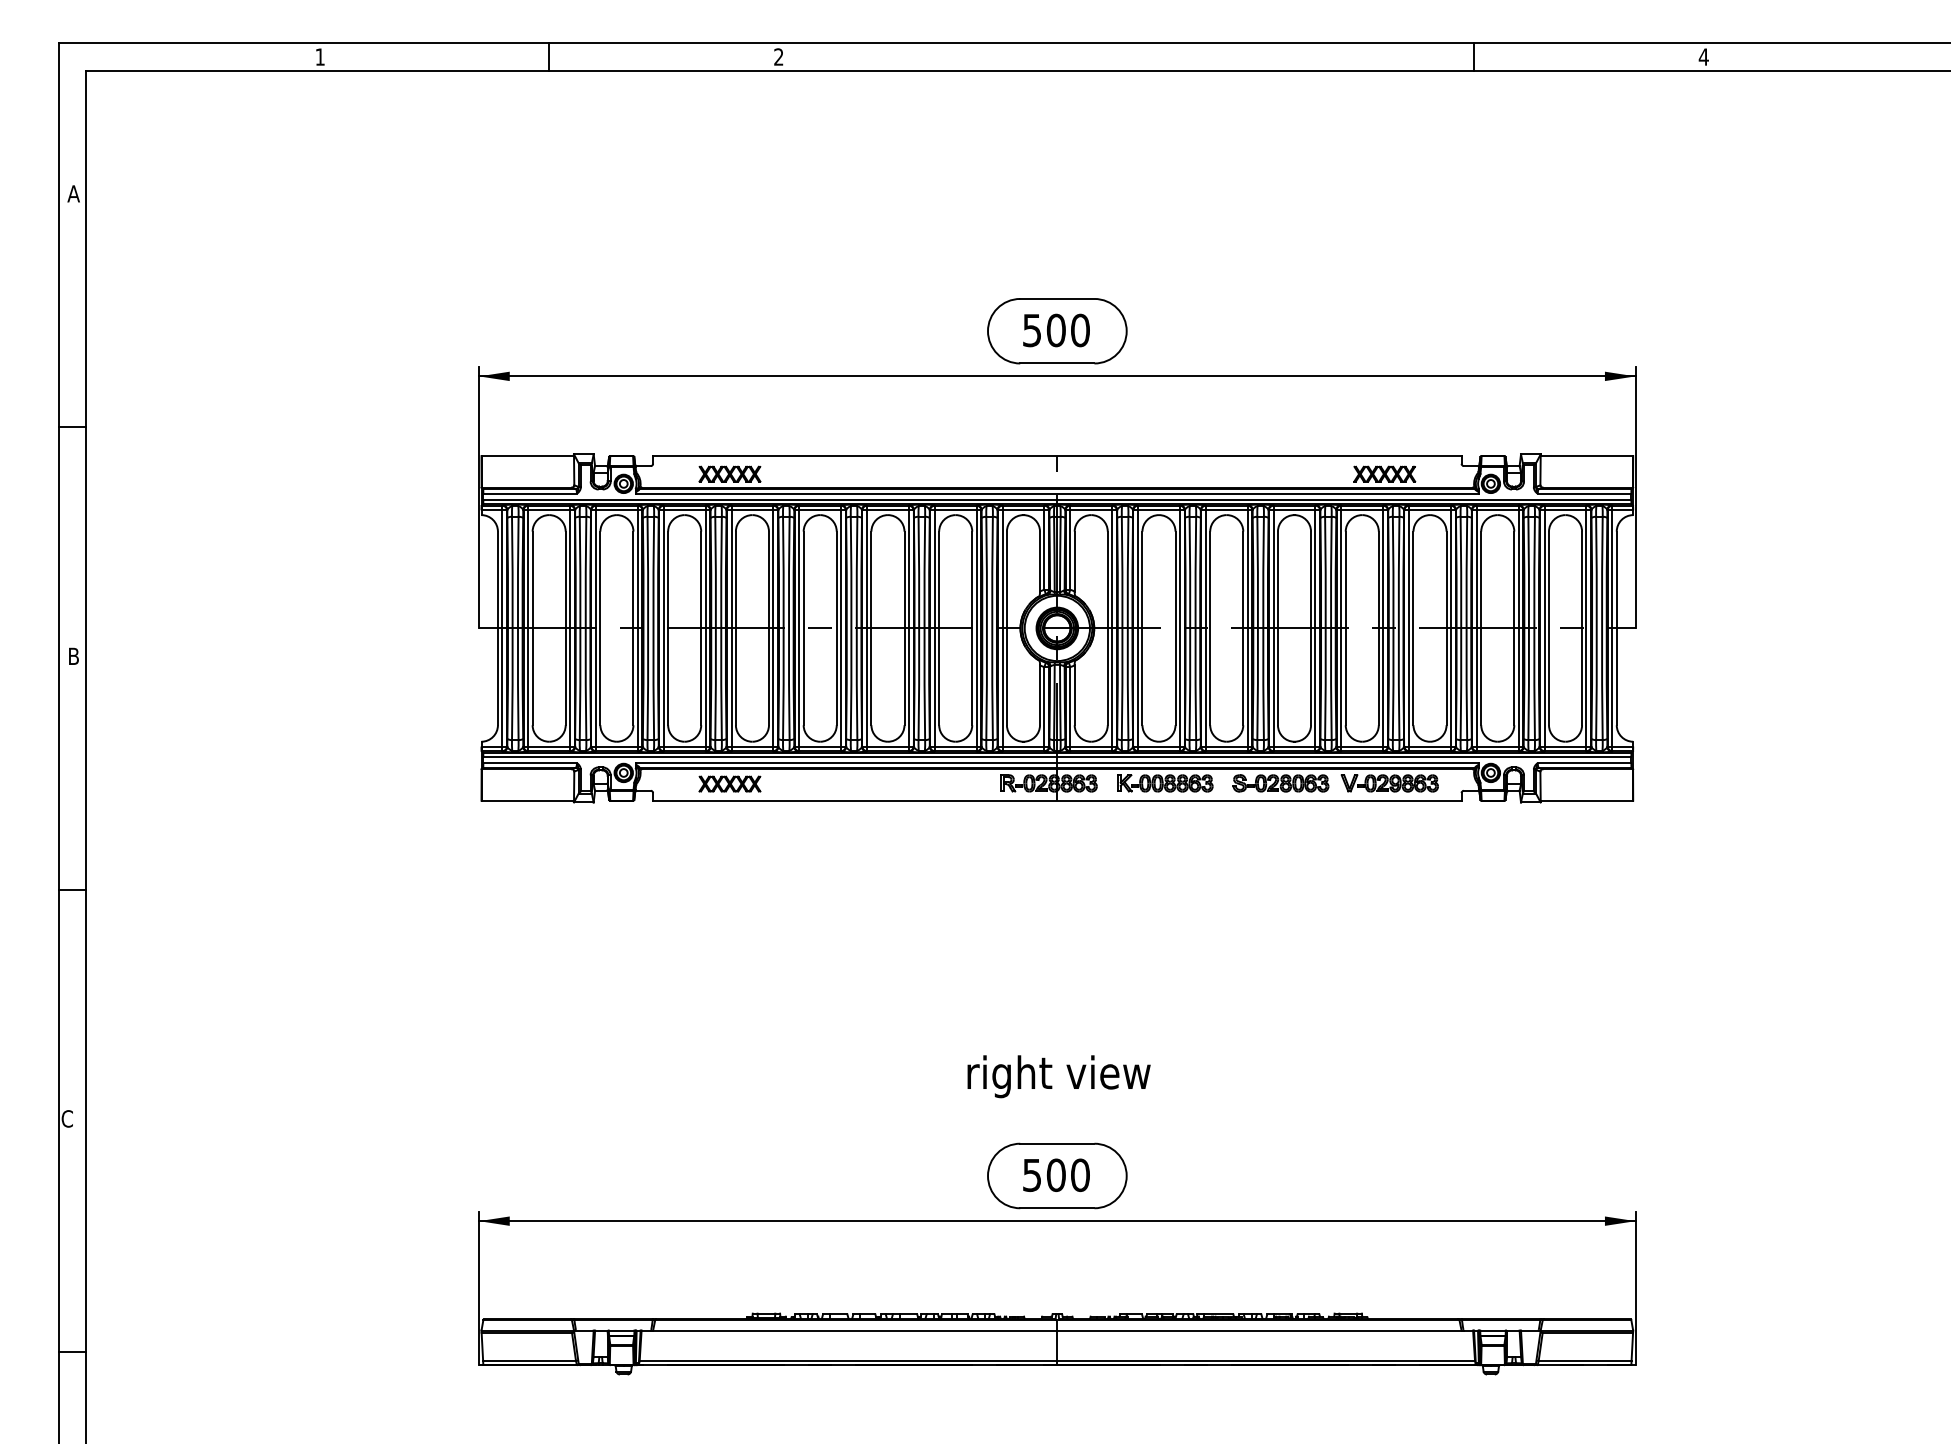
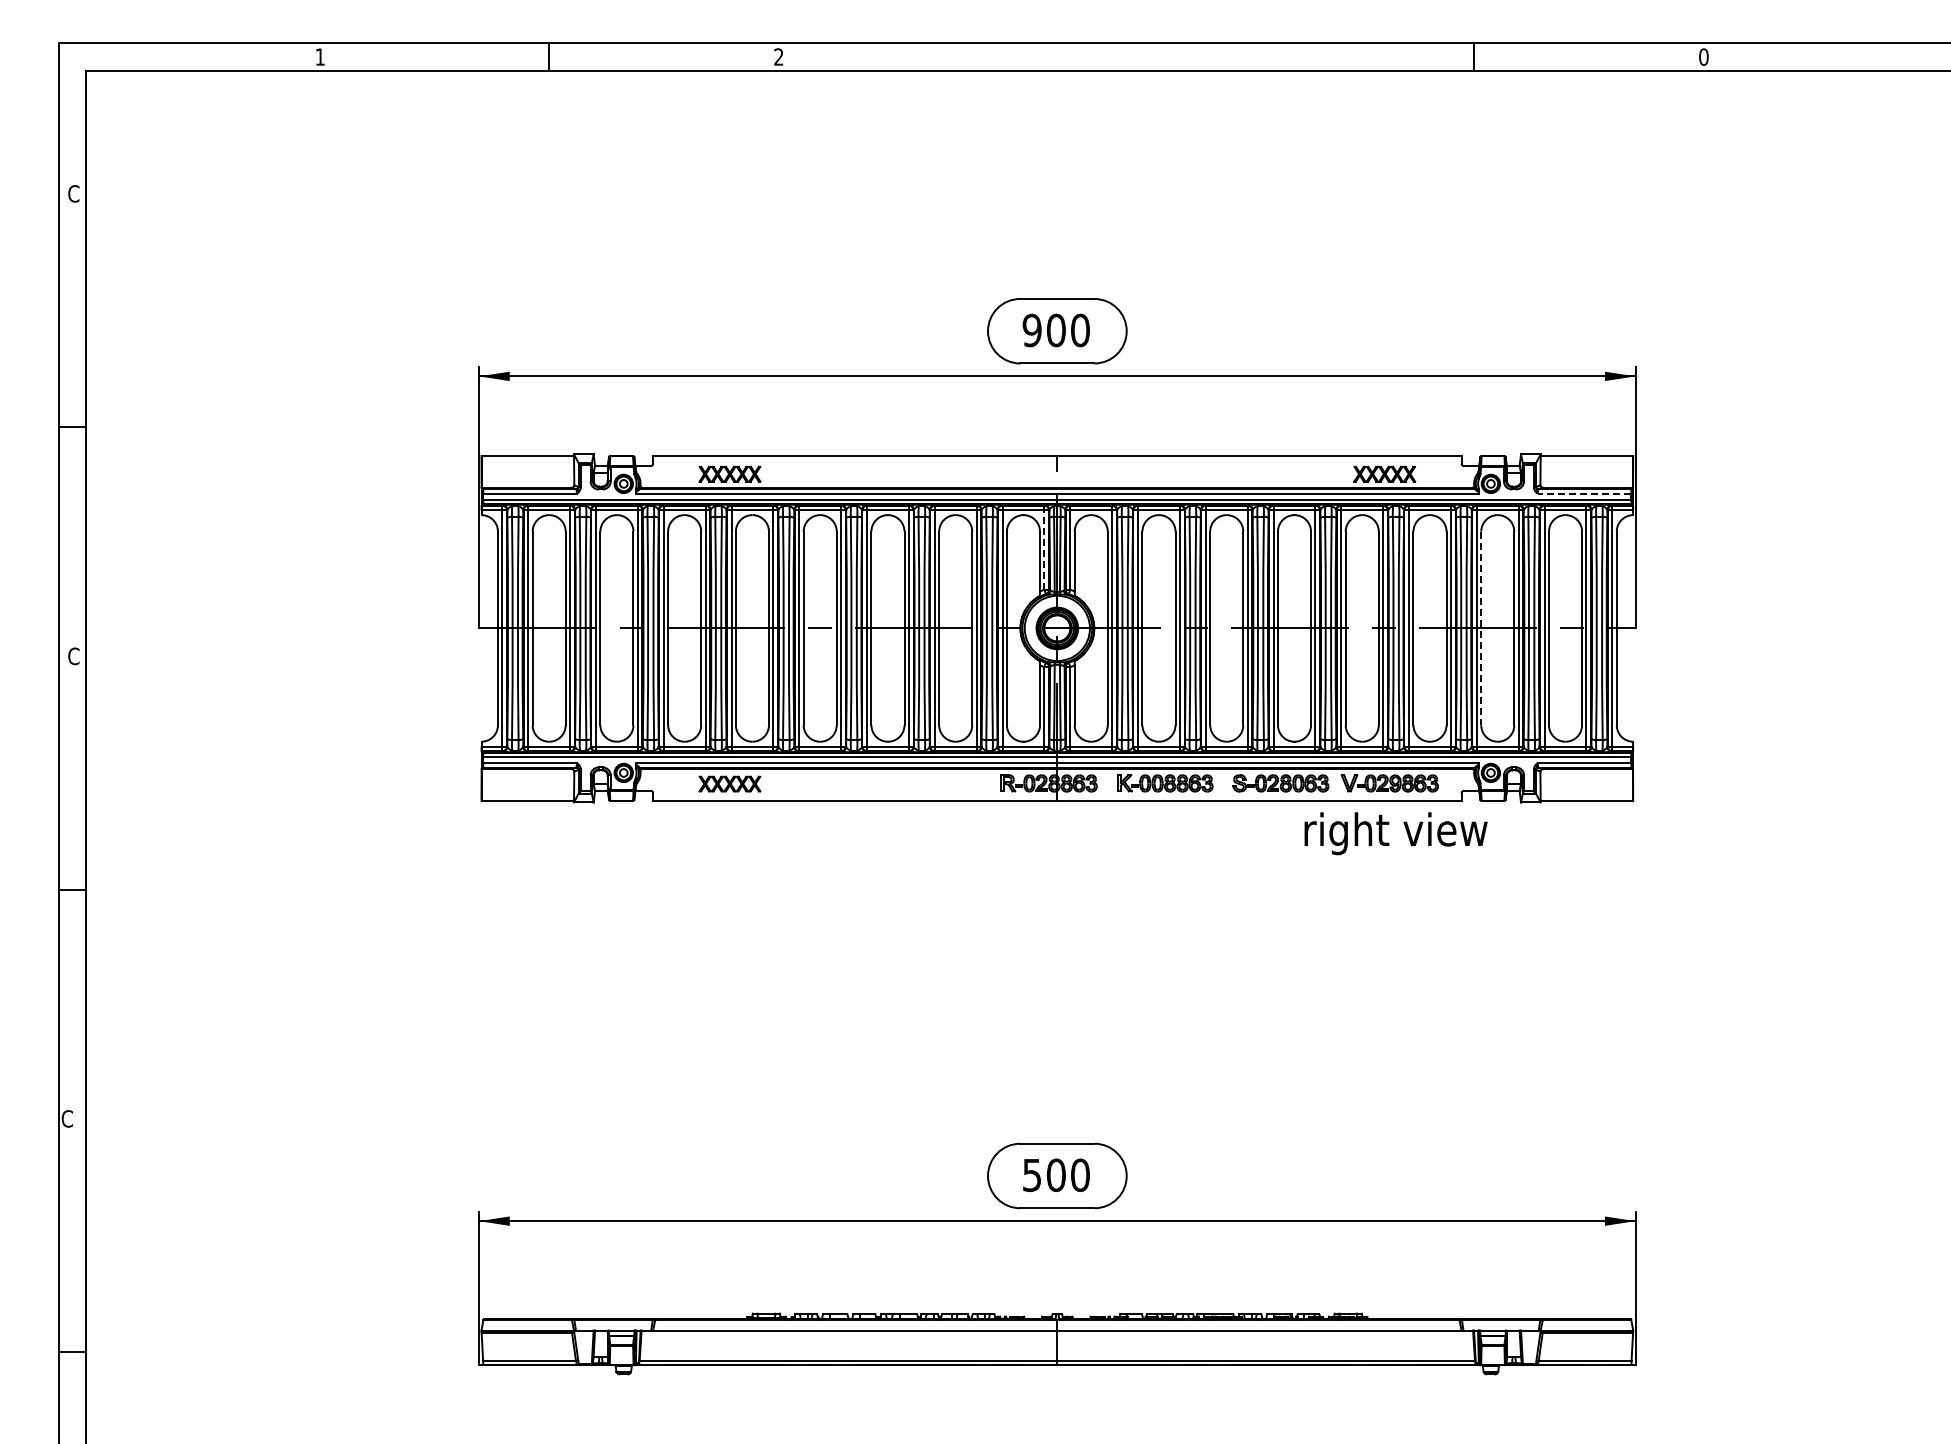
text at (1703, 56): 4 -> 0
text at (73, 193): A -> C
text at (1031, 330): 500 -> 900
line at (1584, 493): solid -> dashed
line at (1044, 550): solid -> dashed
line at (1481, 628): solid -> dashed
text at (73, 656): B -> C
text at (1058, 1076) position: (1058, 1076) -> (1395, 833)
